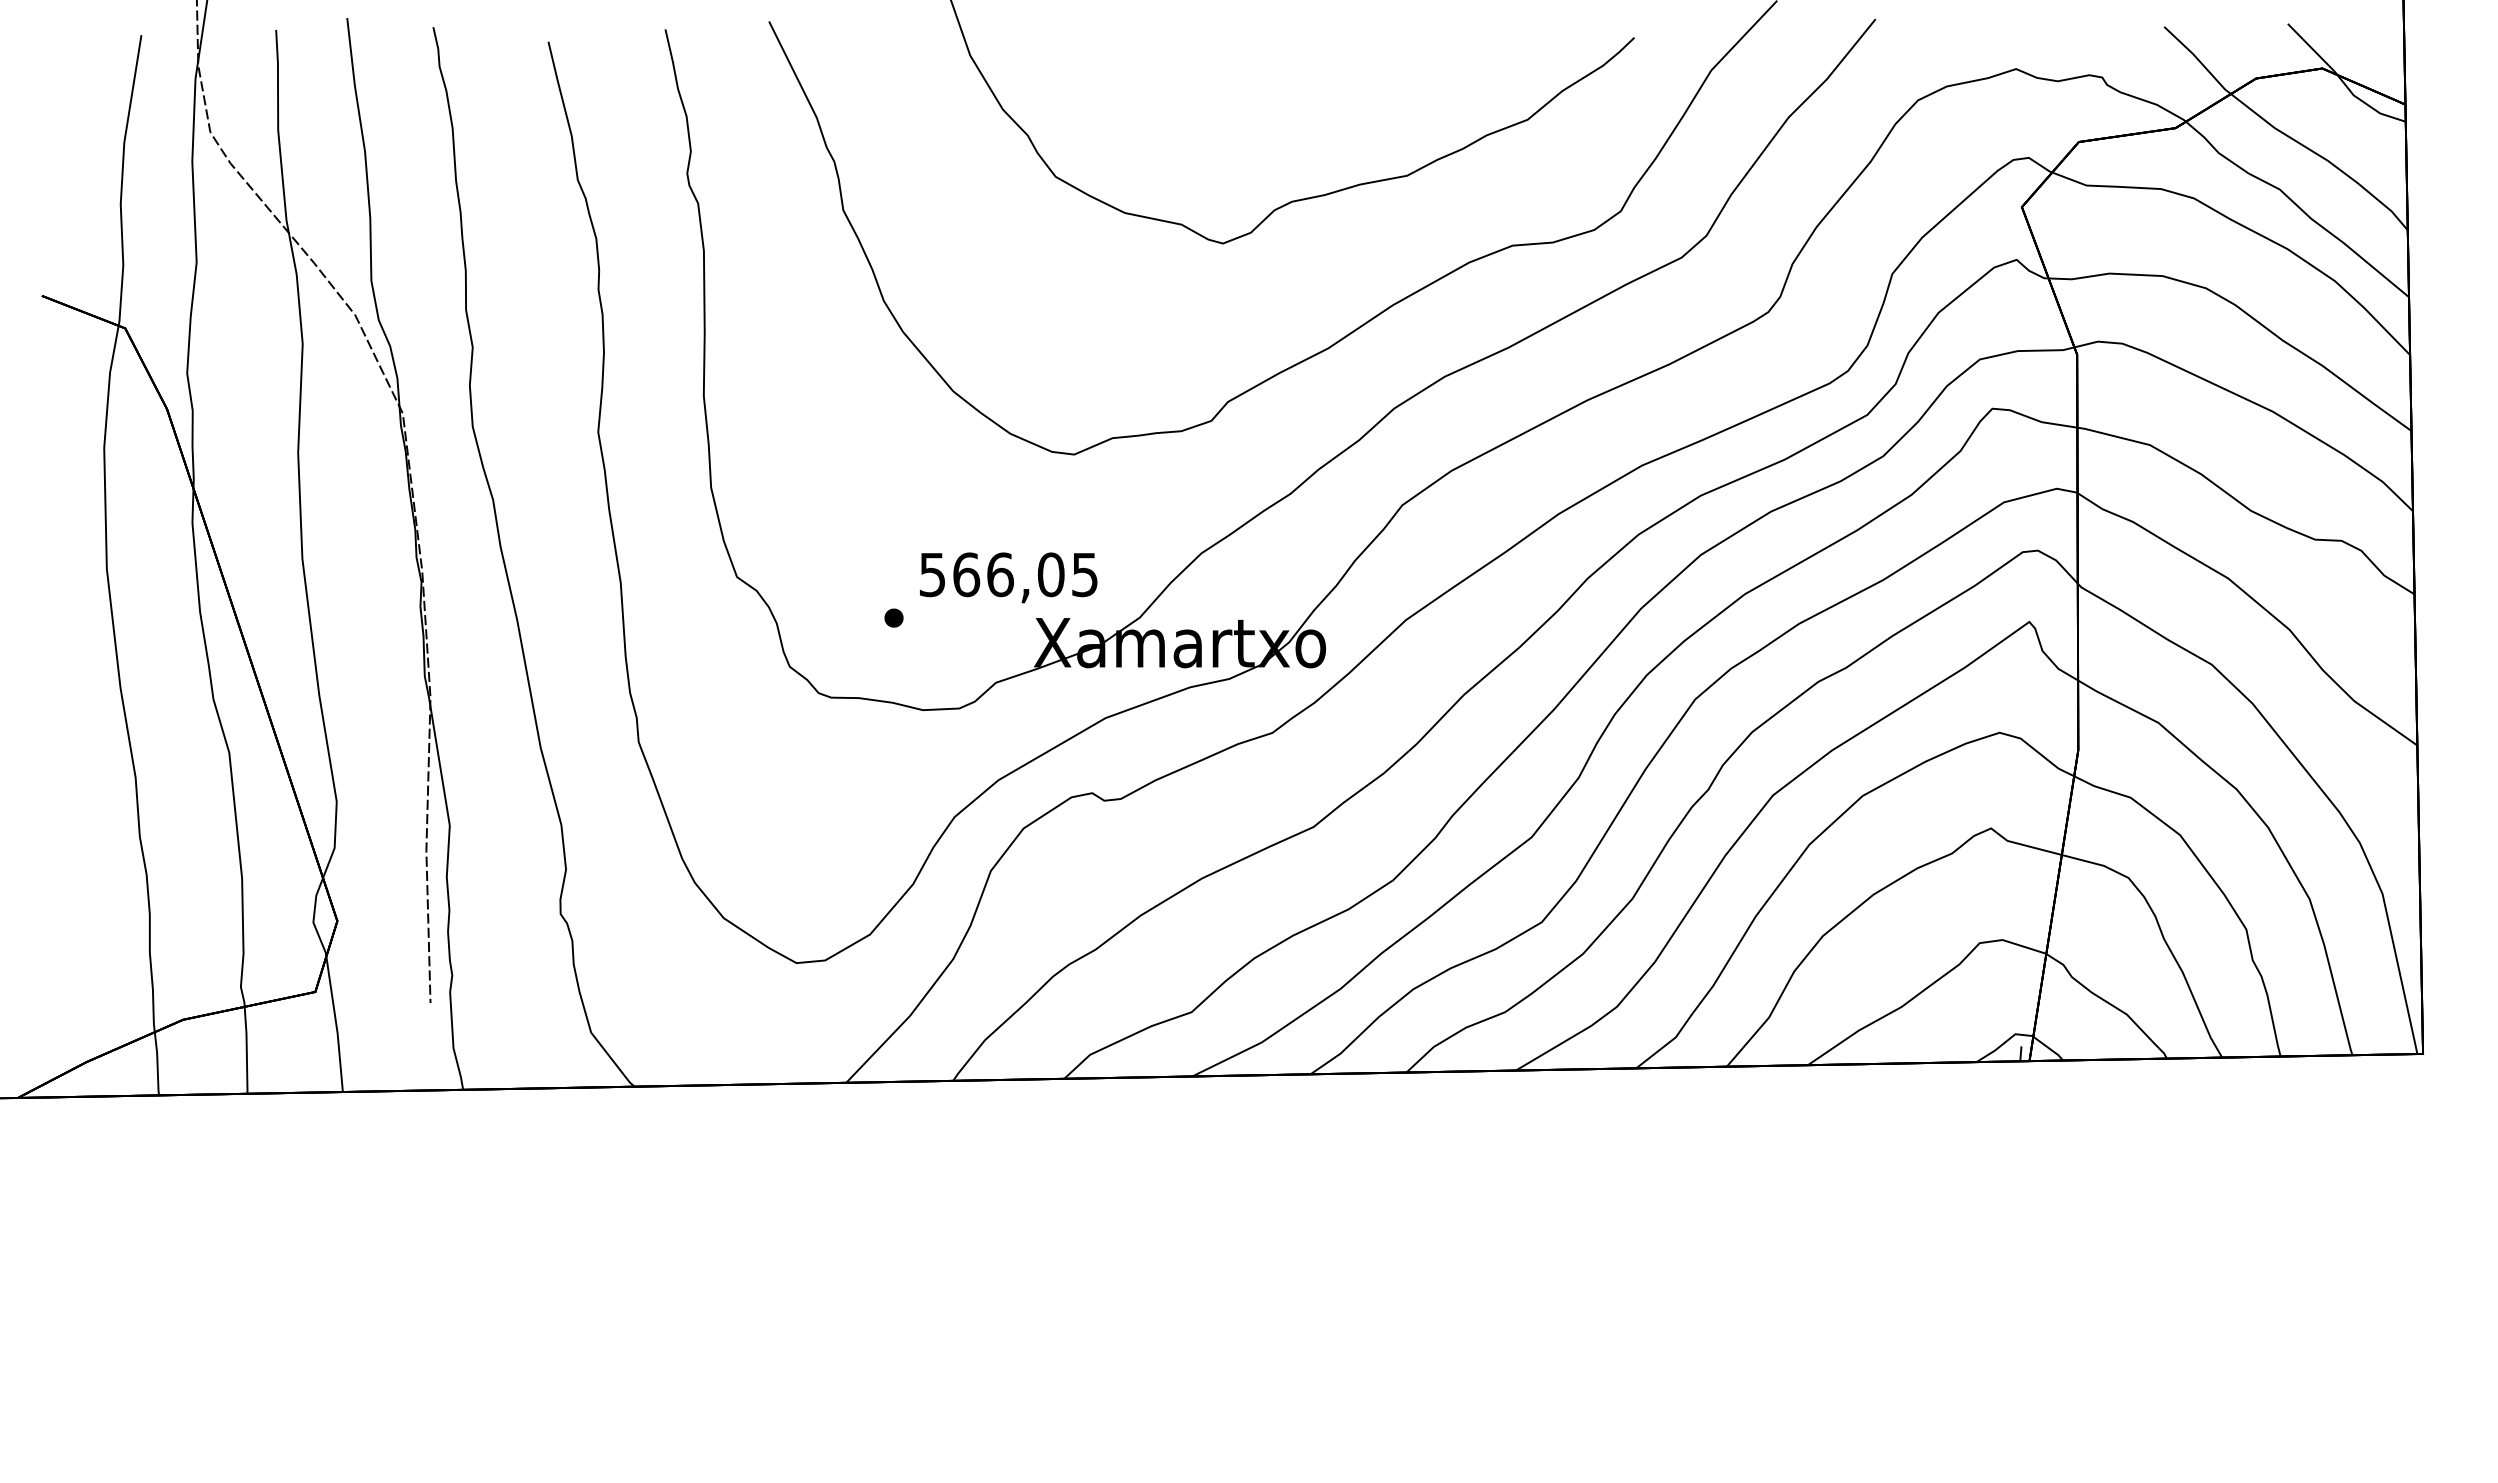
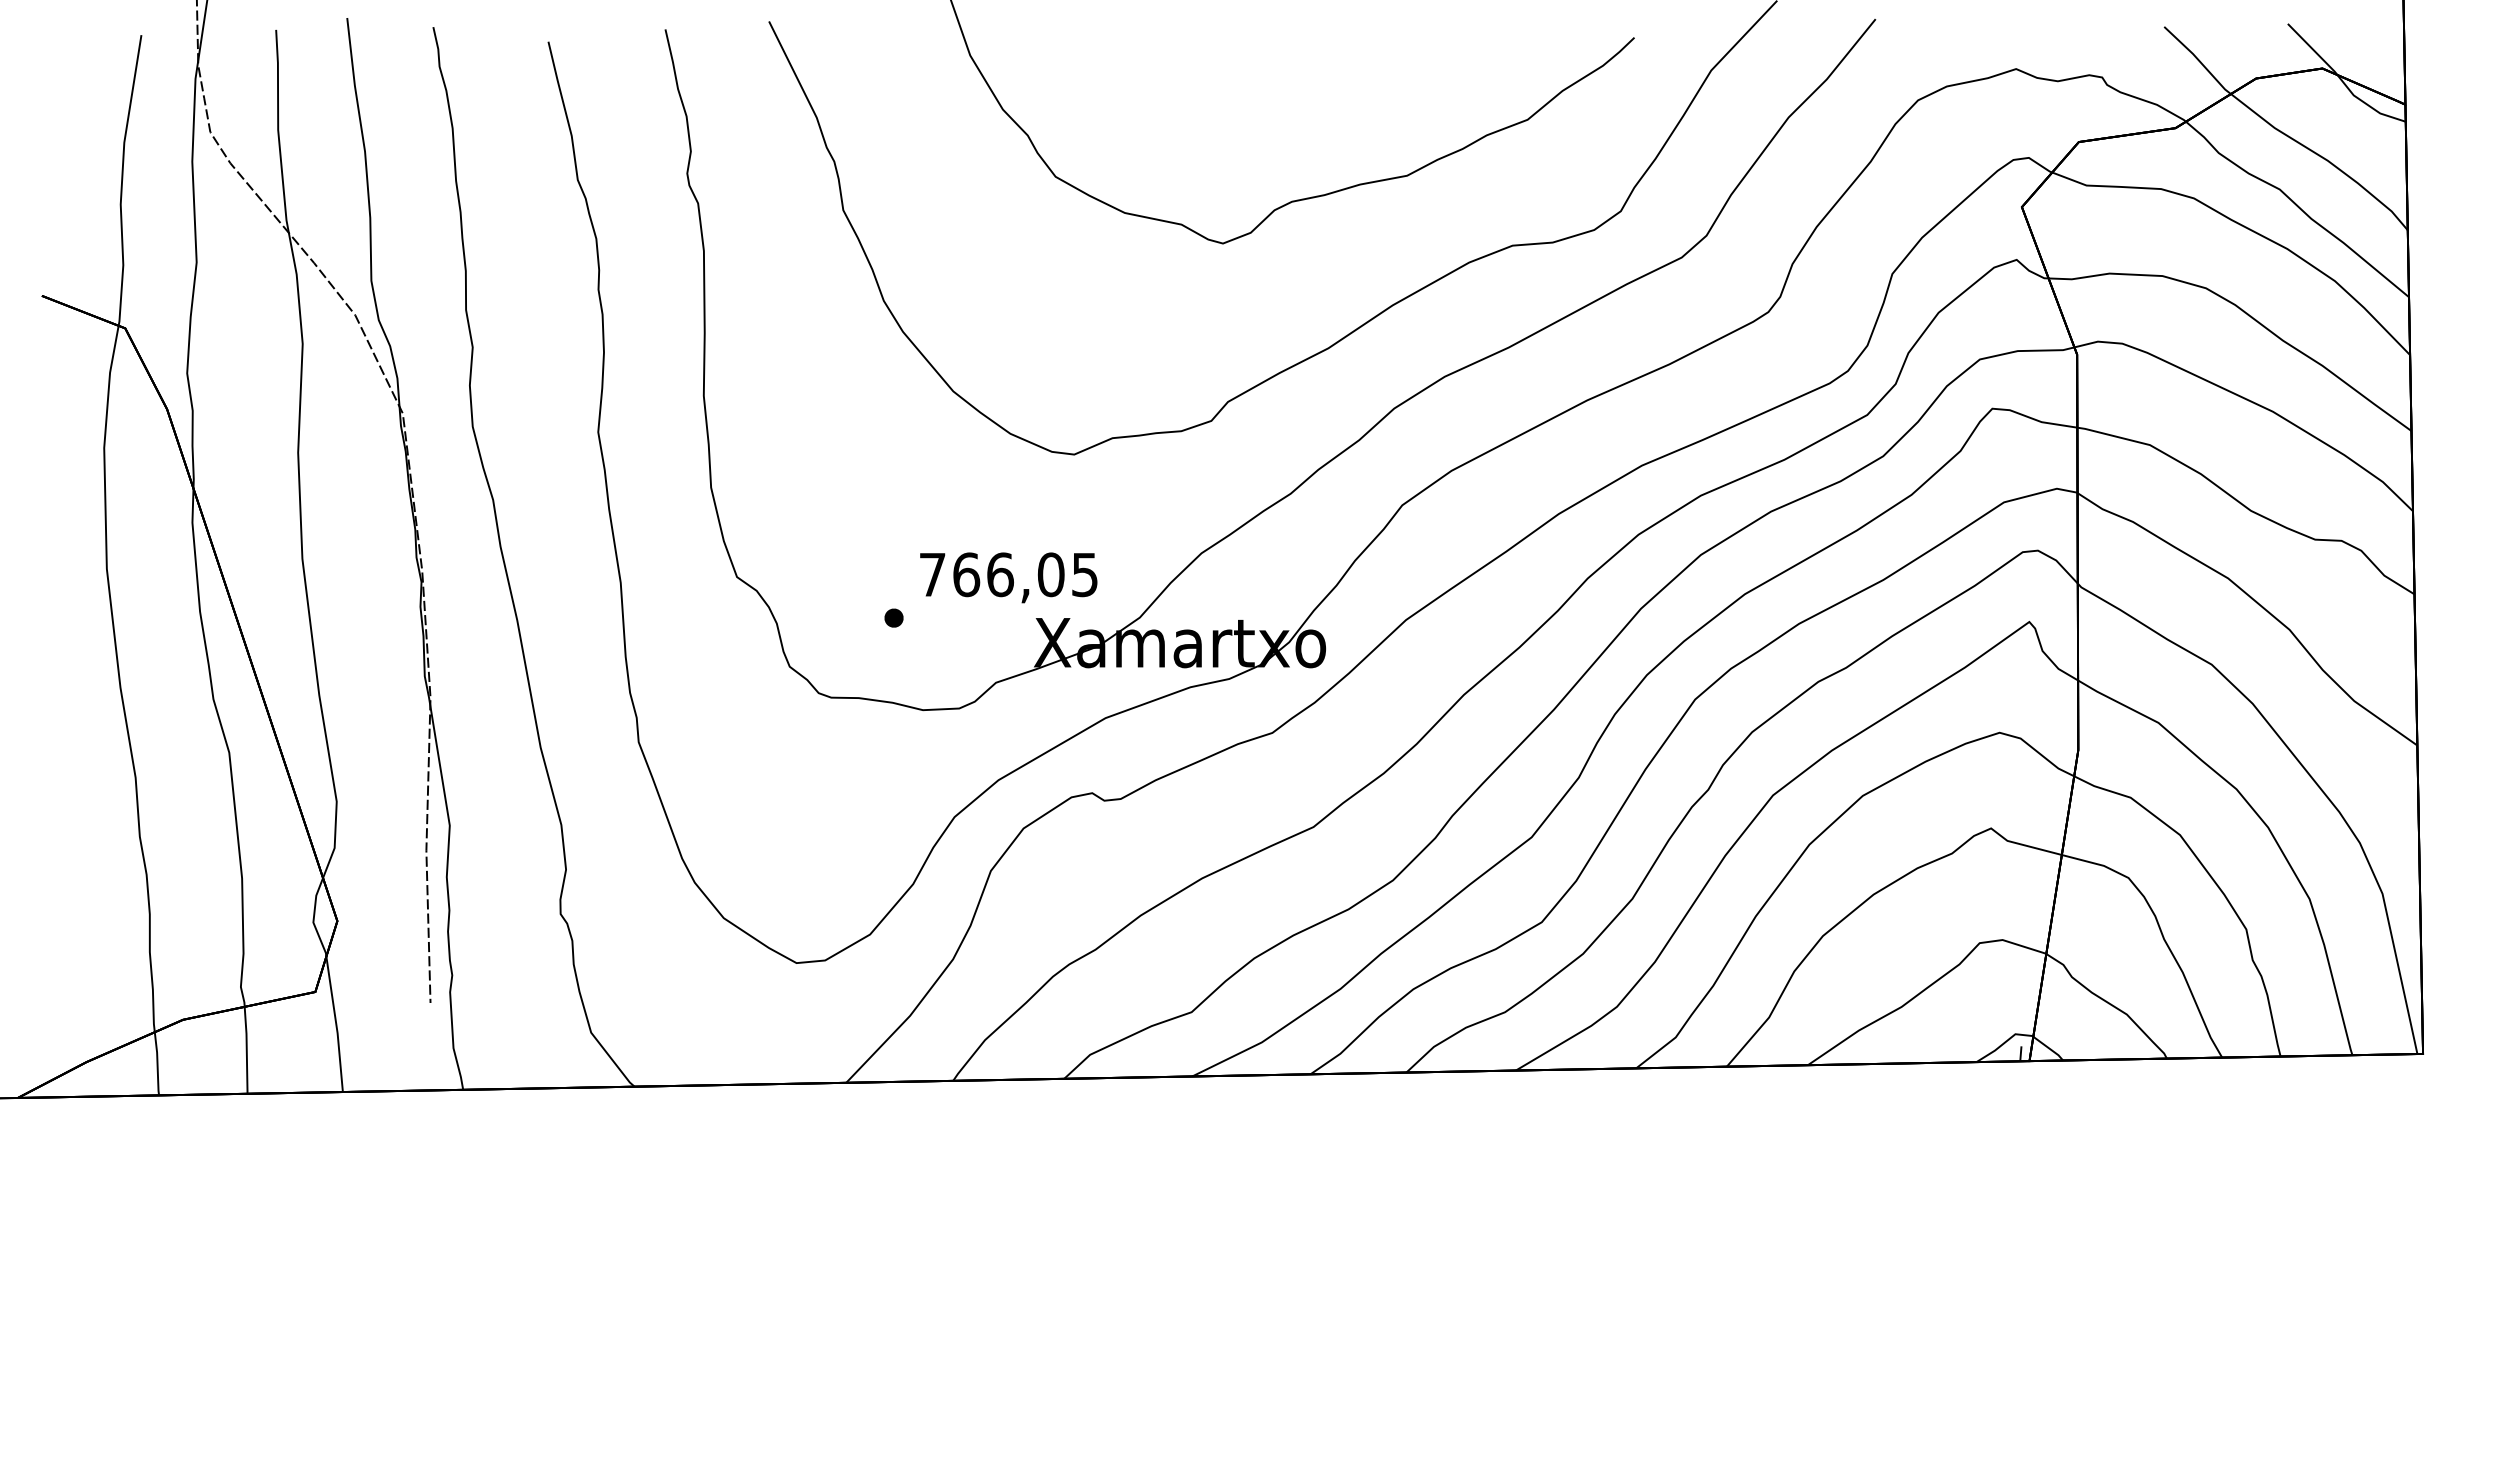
text at (932, 575): 566,05 -> 766,05
